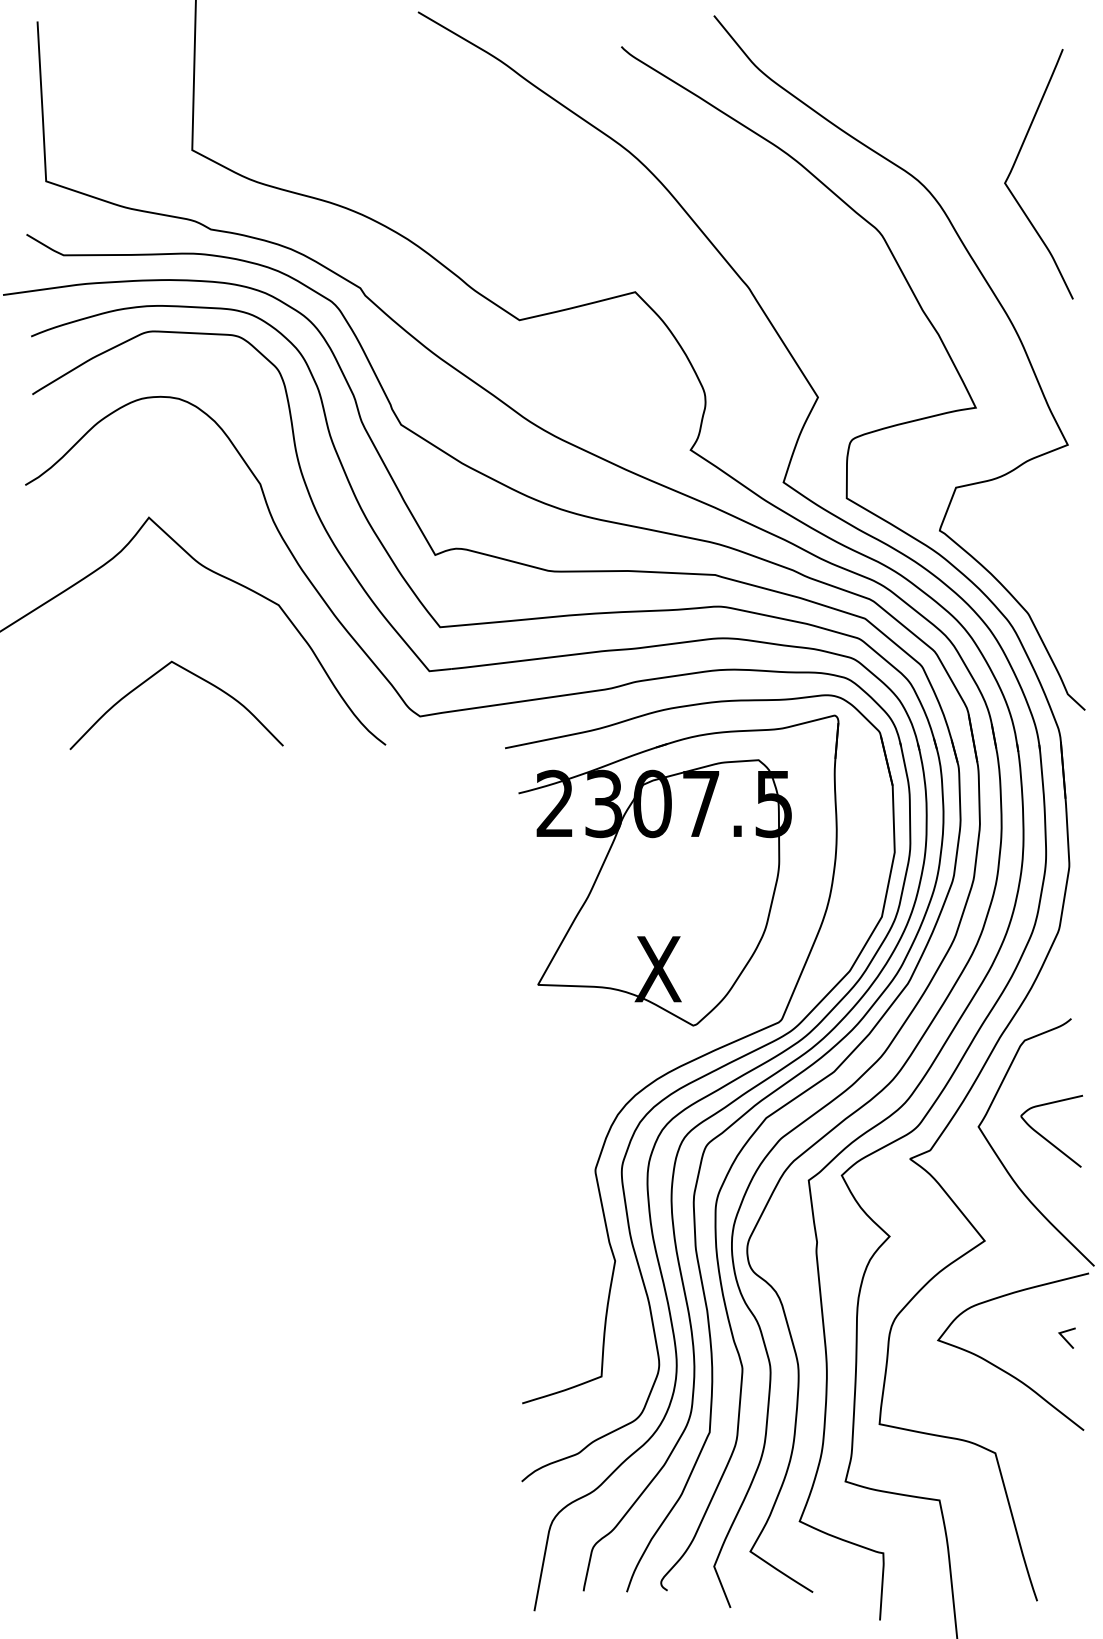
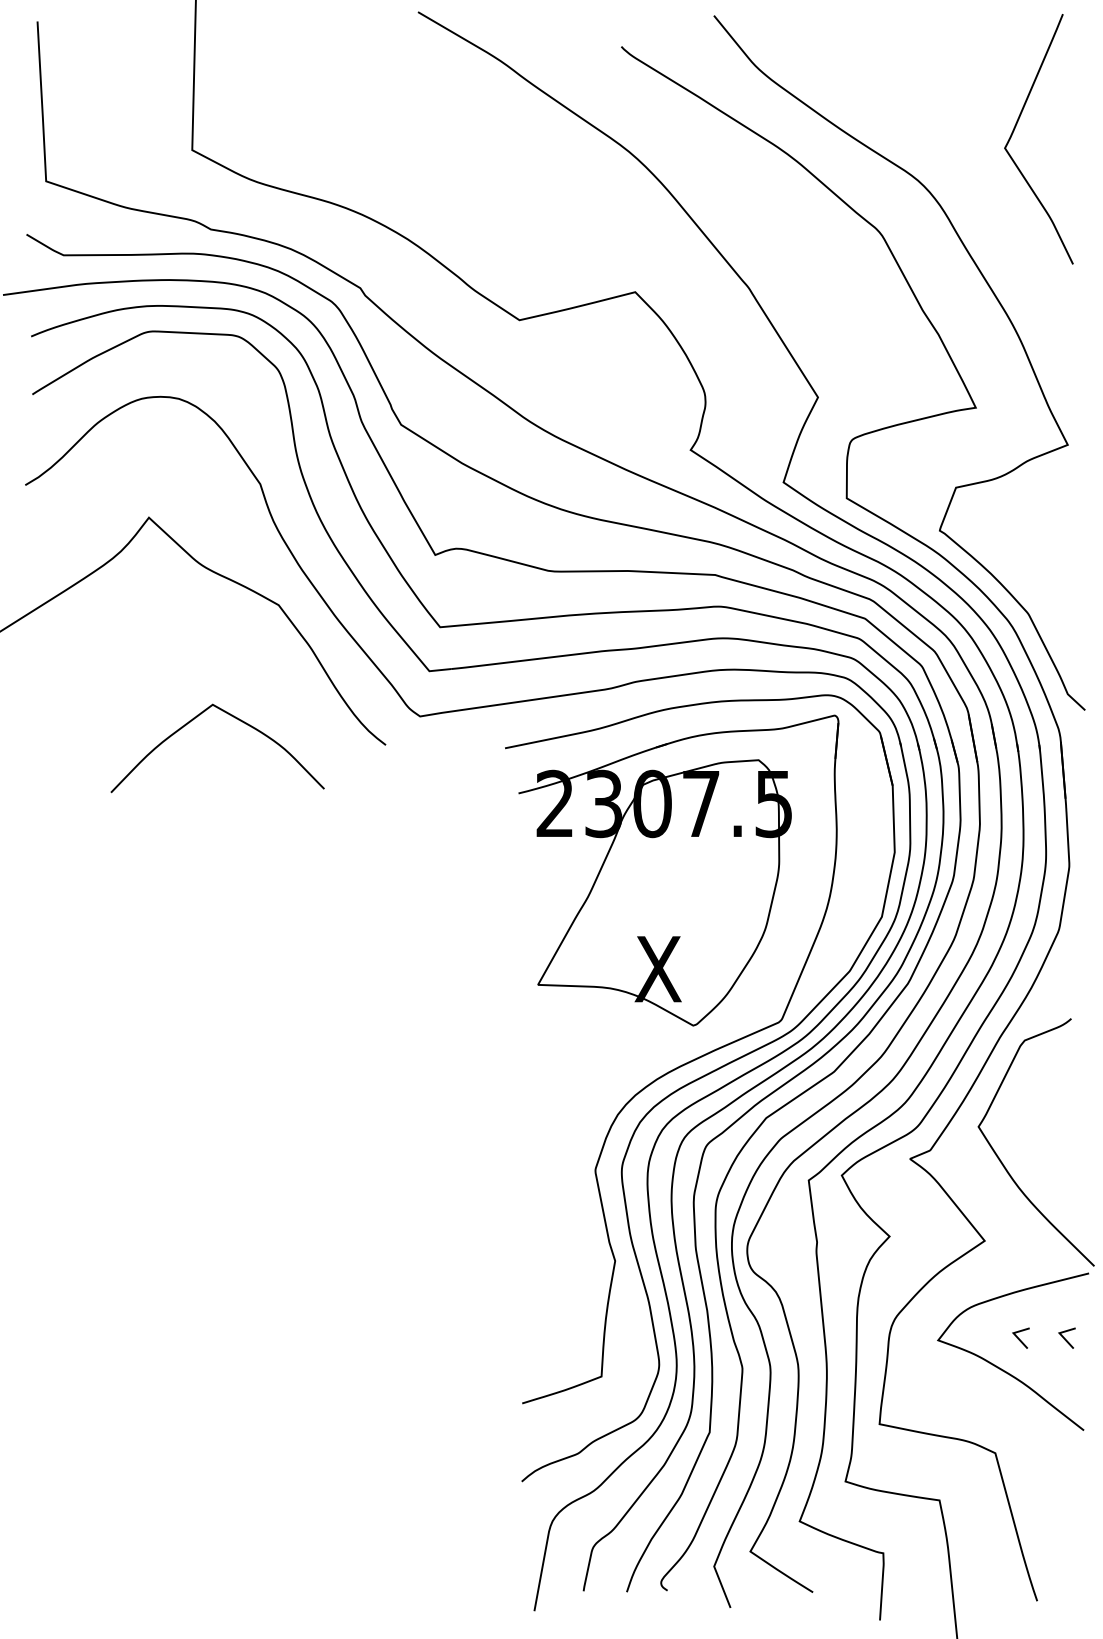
curve at (1014, 166) position: (1014, 166) -> (1014, 131)
curve at (195, 676) position: (195, 676) -> (236, 719)
curve at (1045, 1137): present -> none
line at (1019, 1338): none -> present
